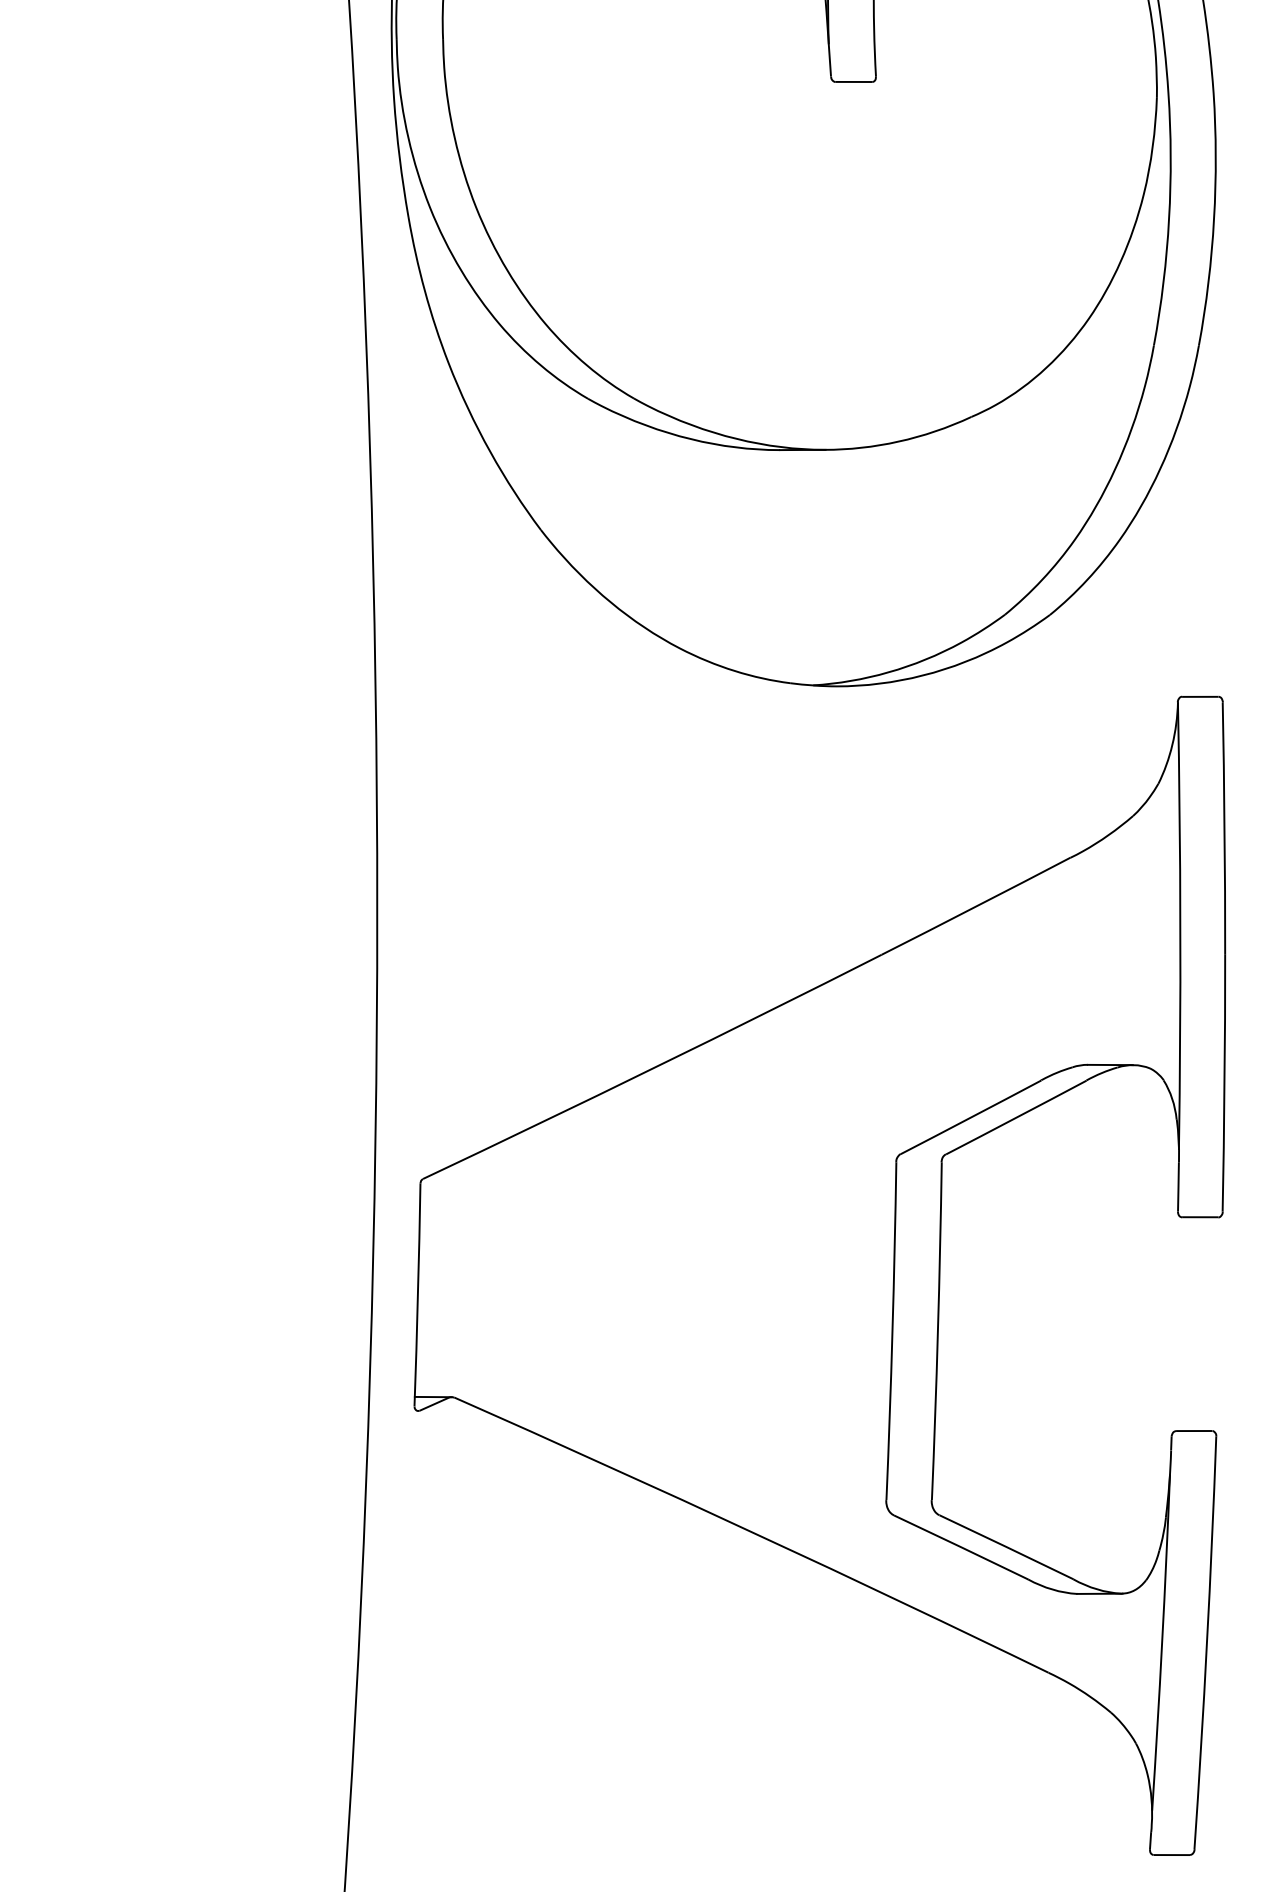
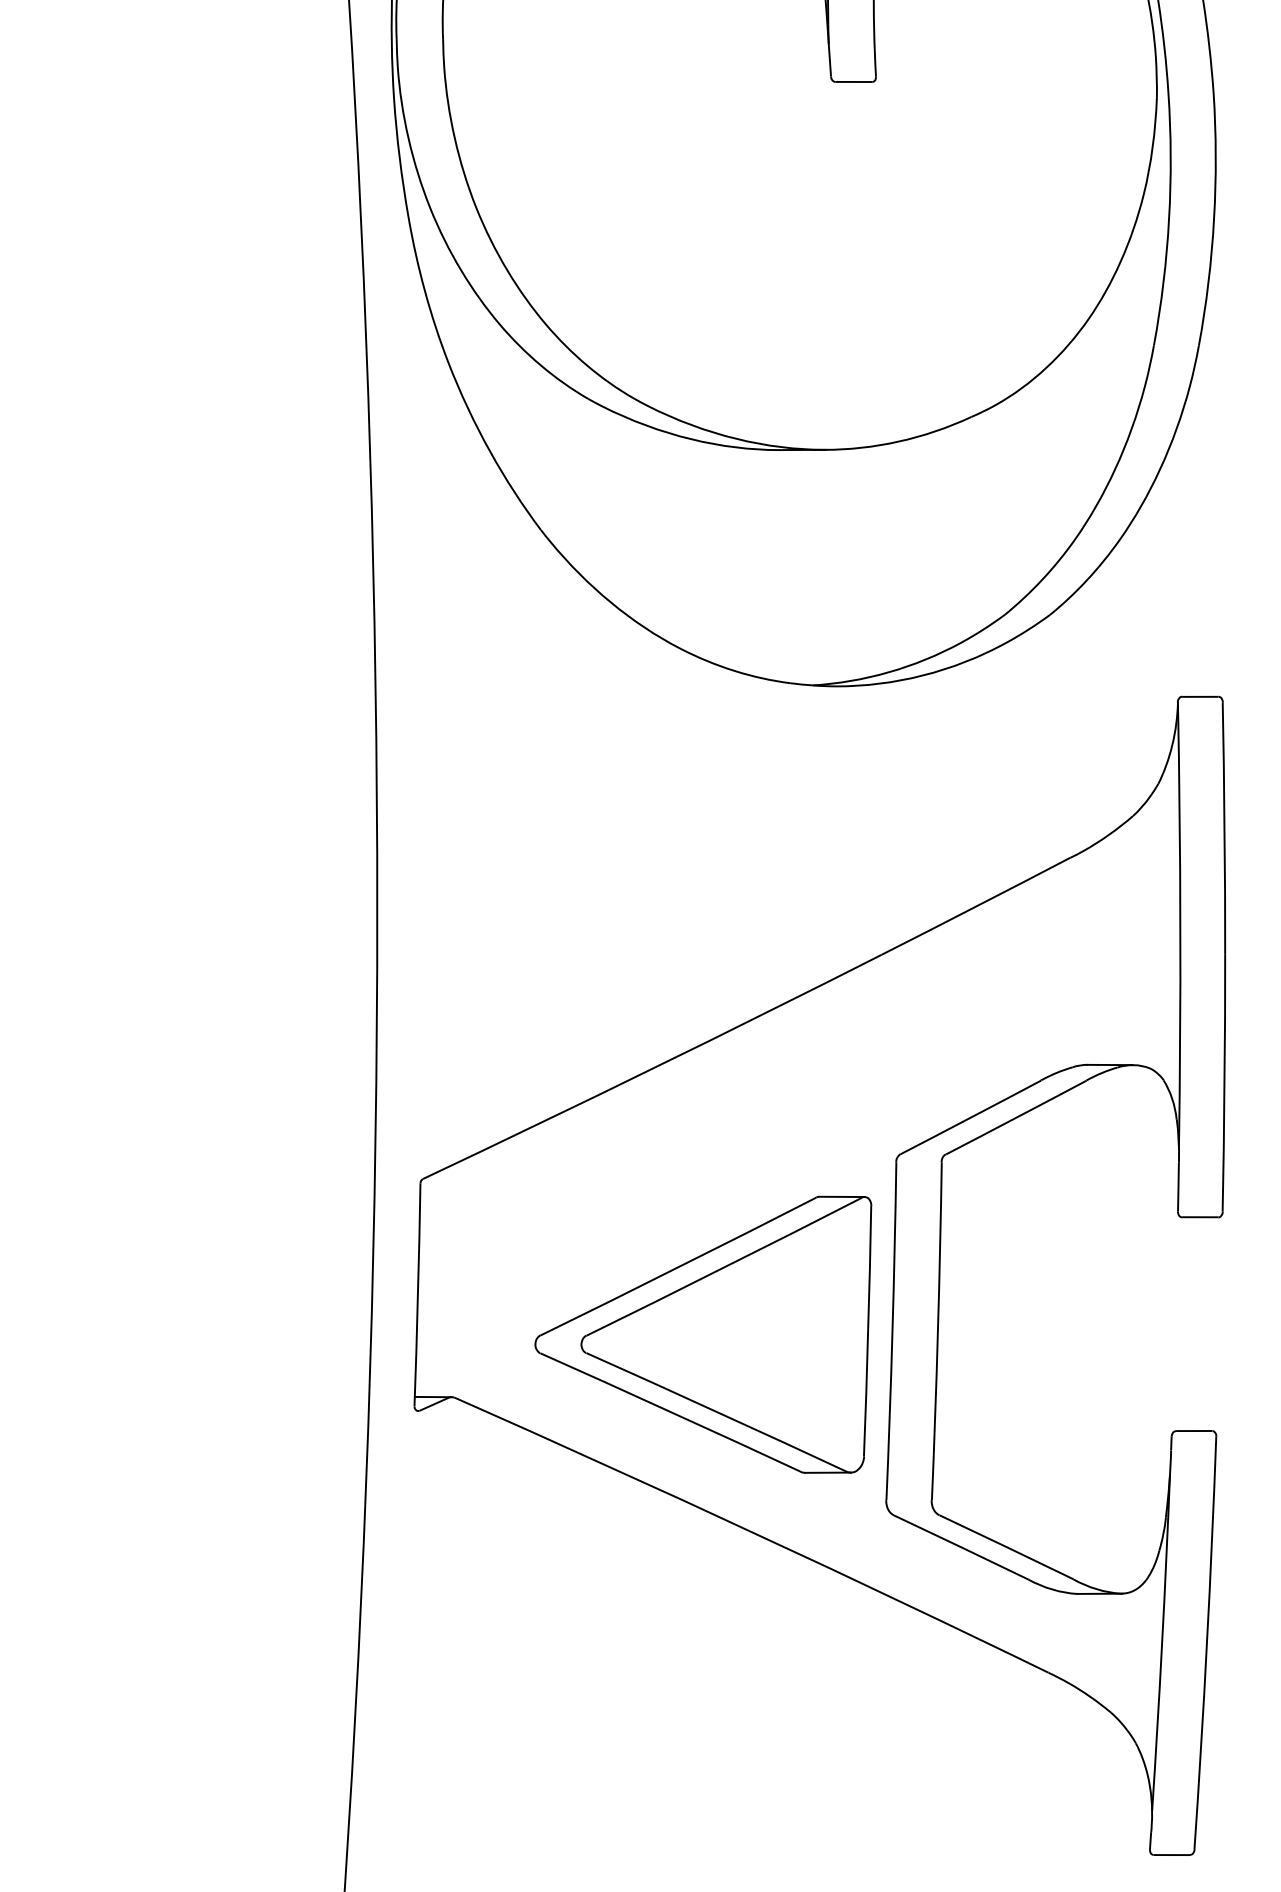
part at (703, 1334): none -> present
